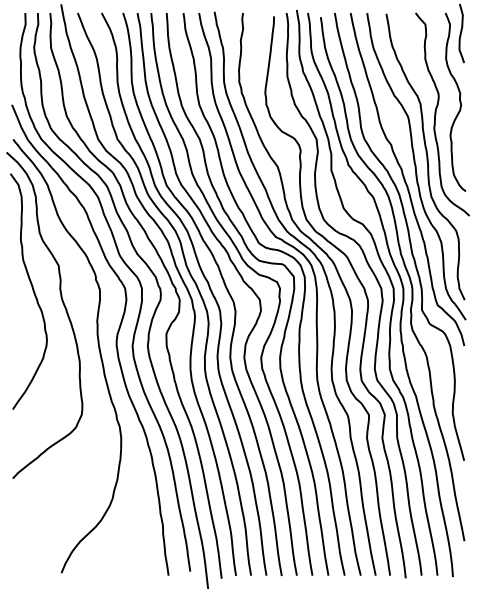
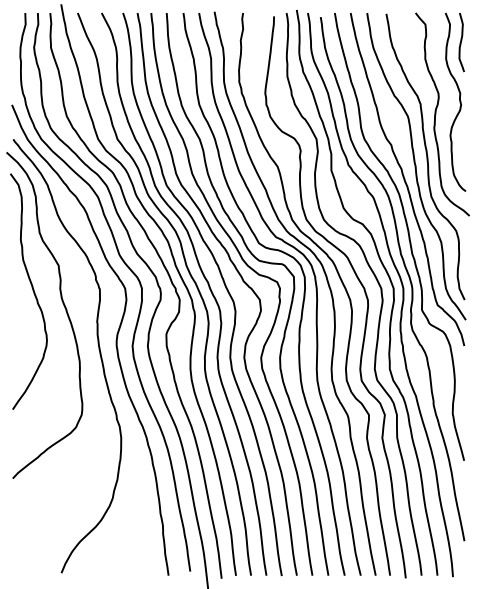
curve at (461, 33) position: (461, 33) -> (461, 42)
